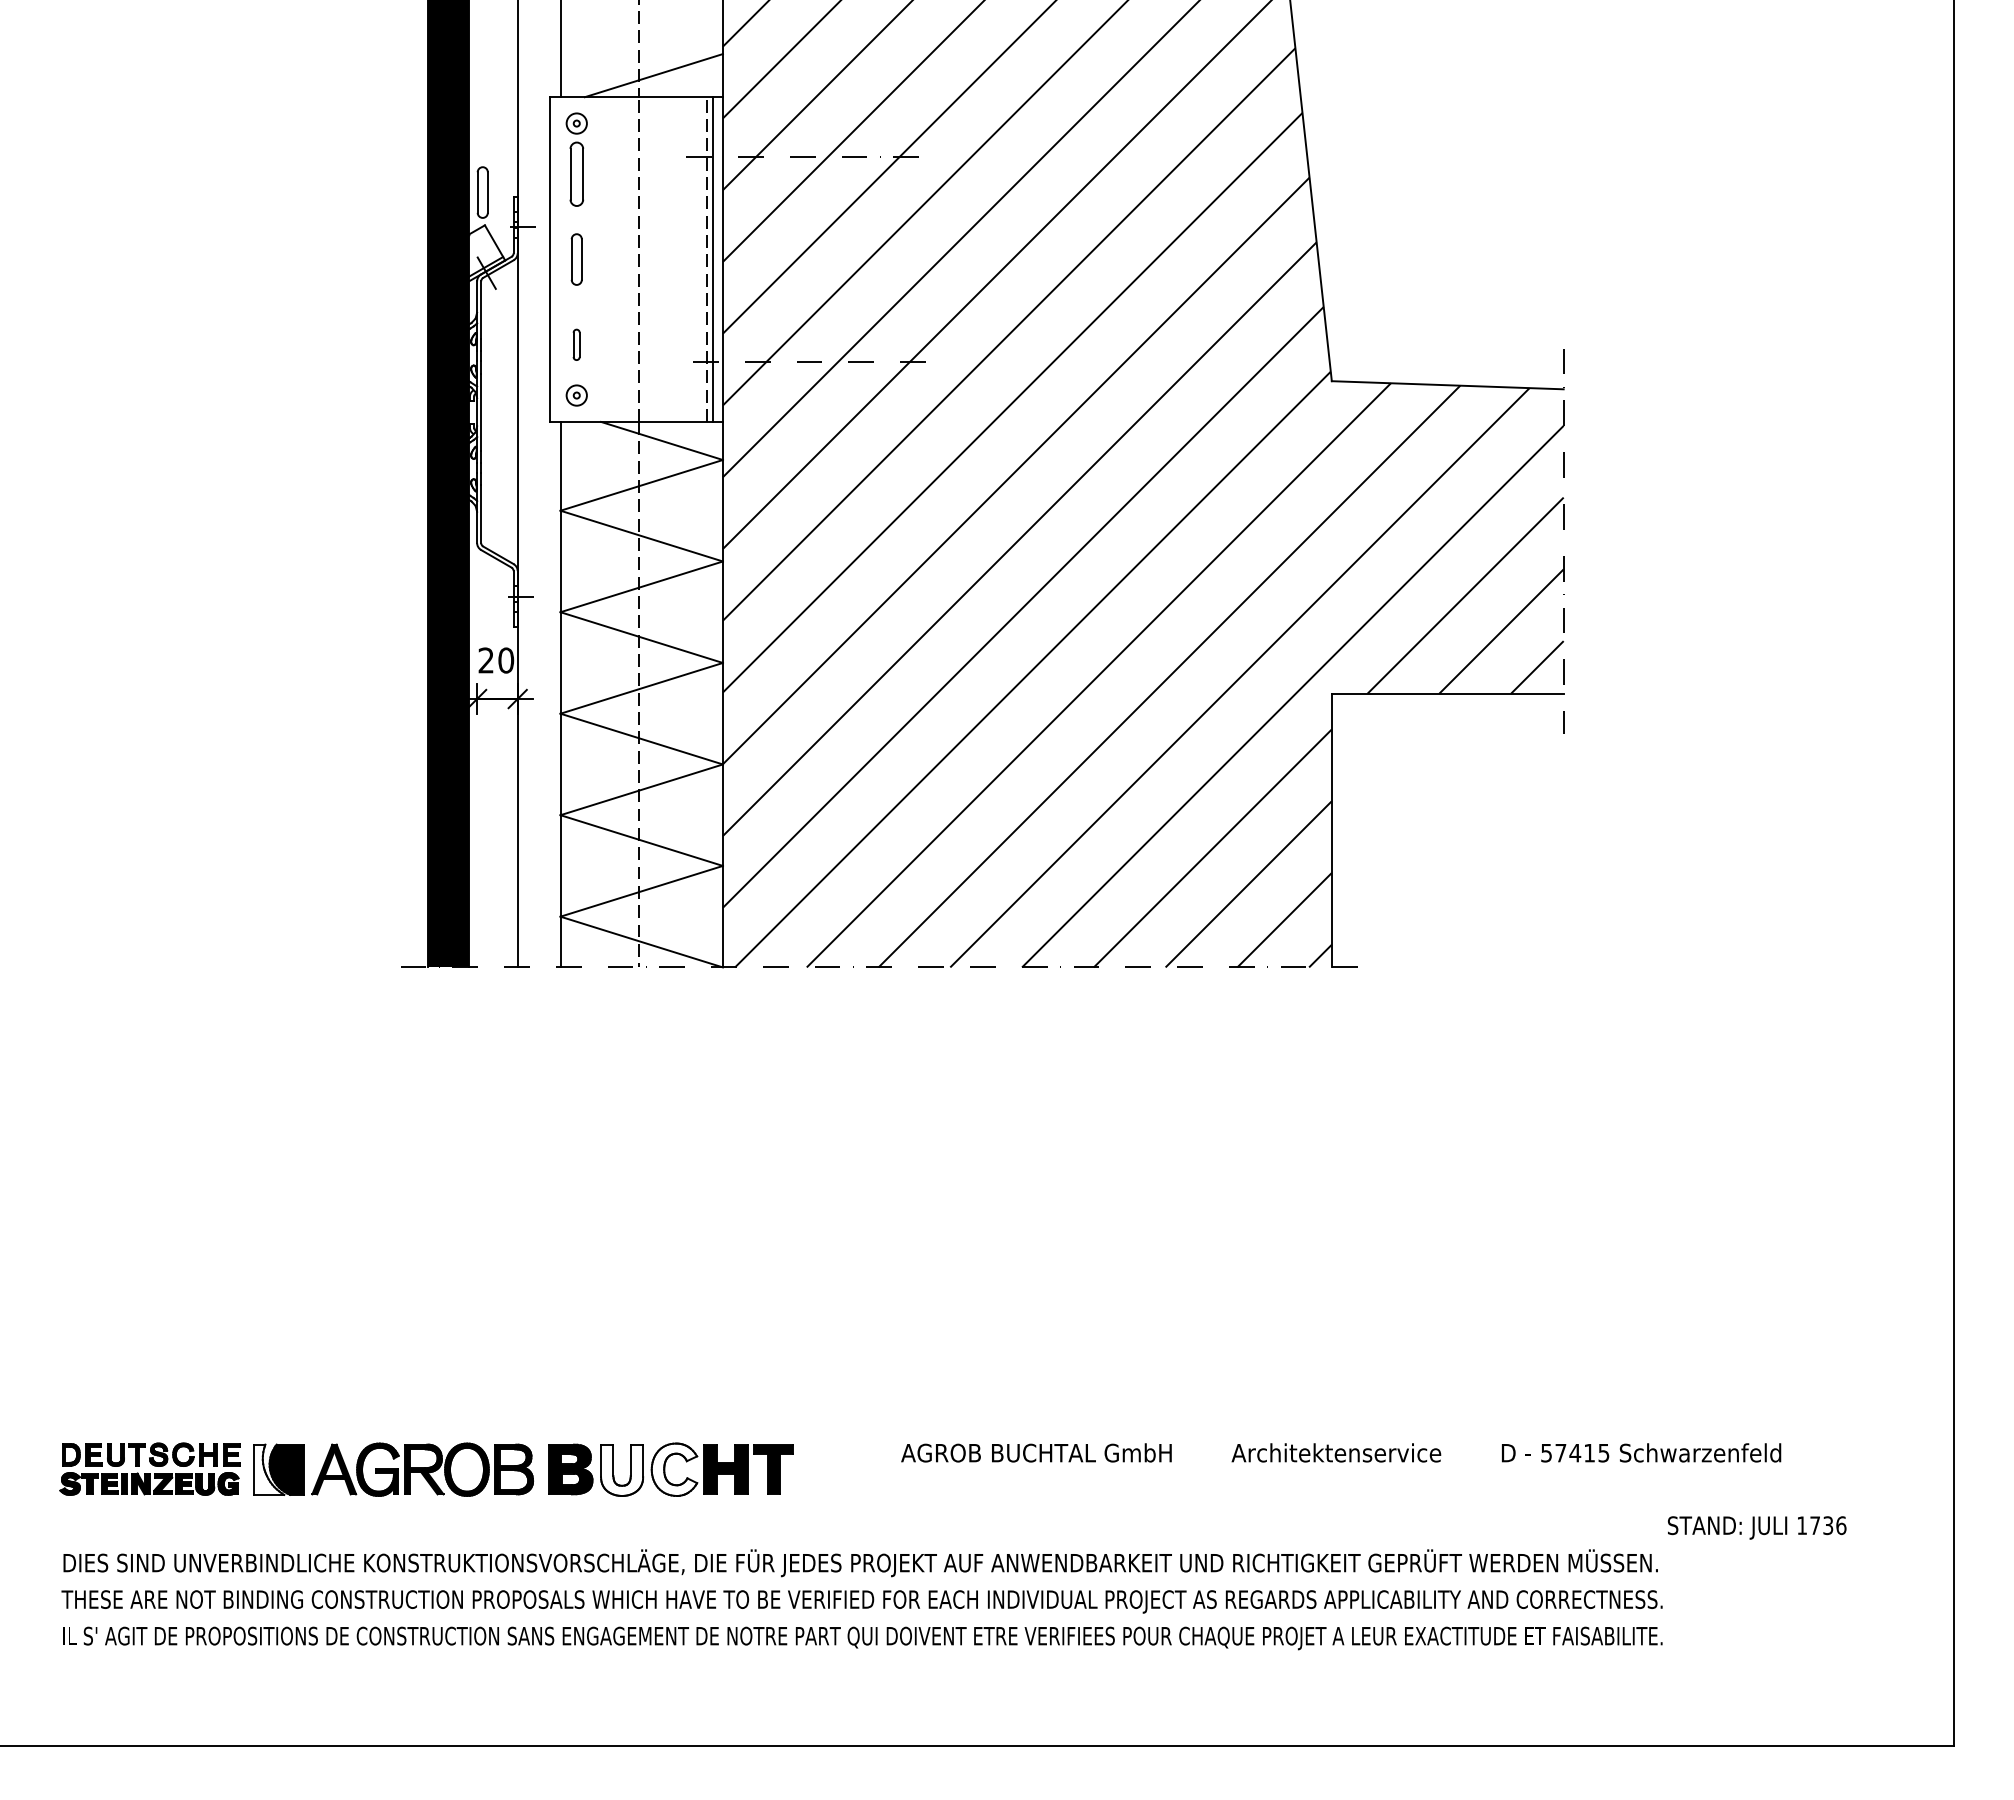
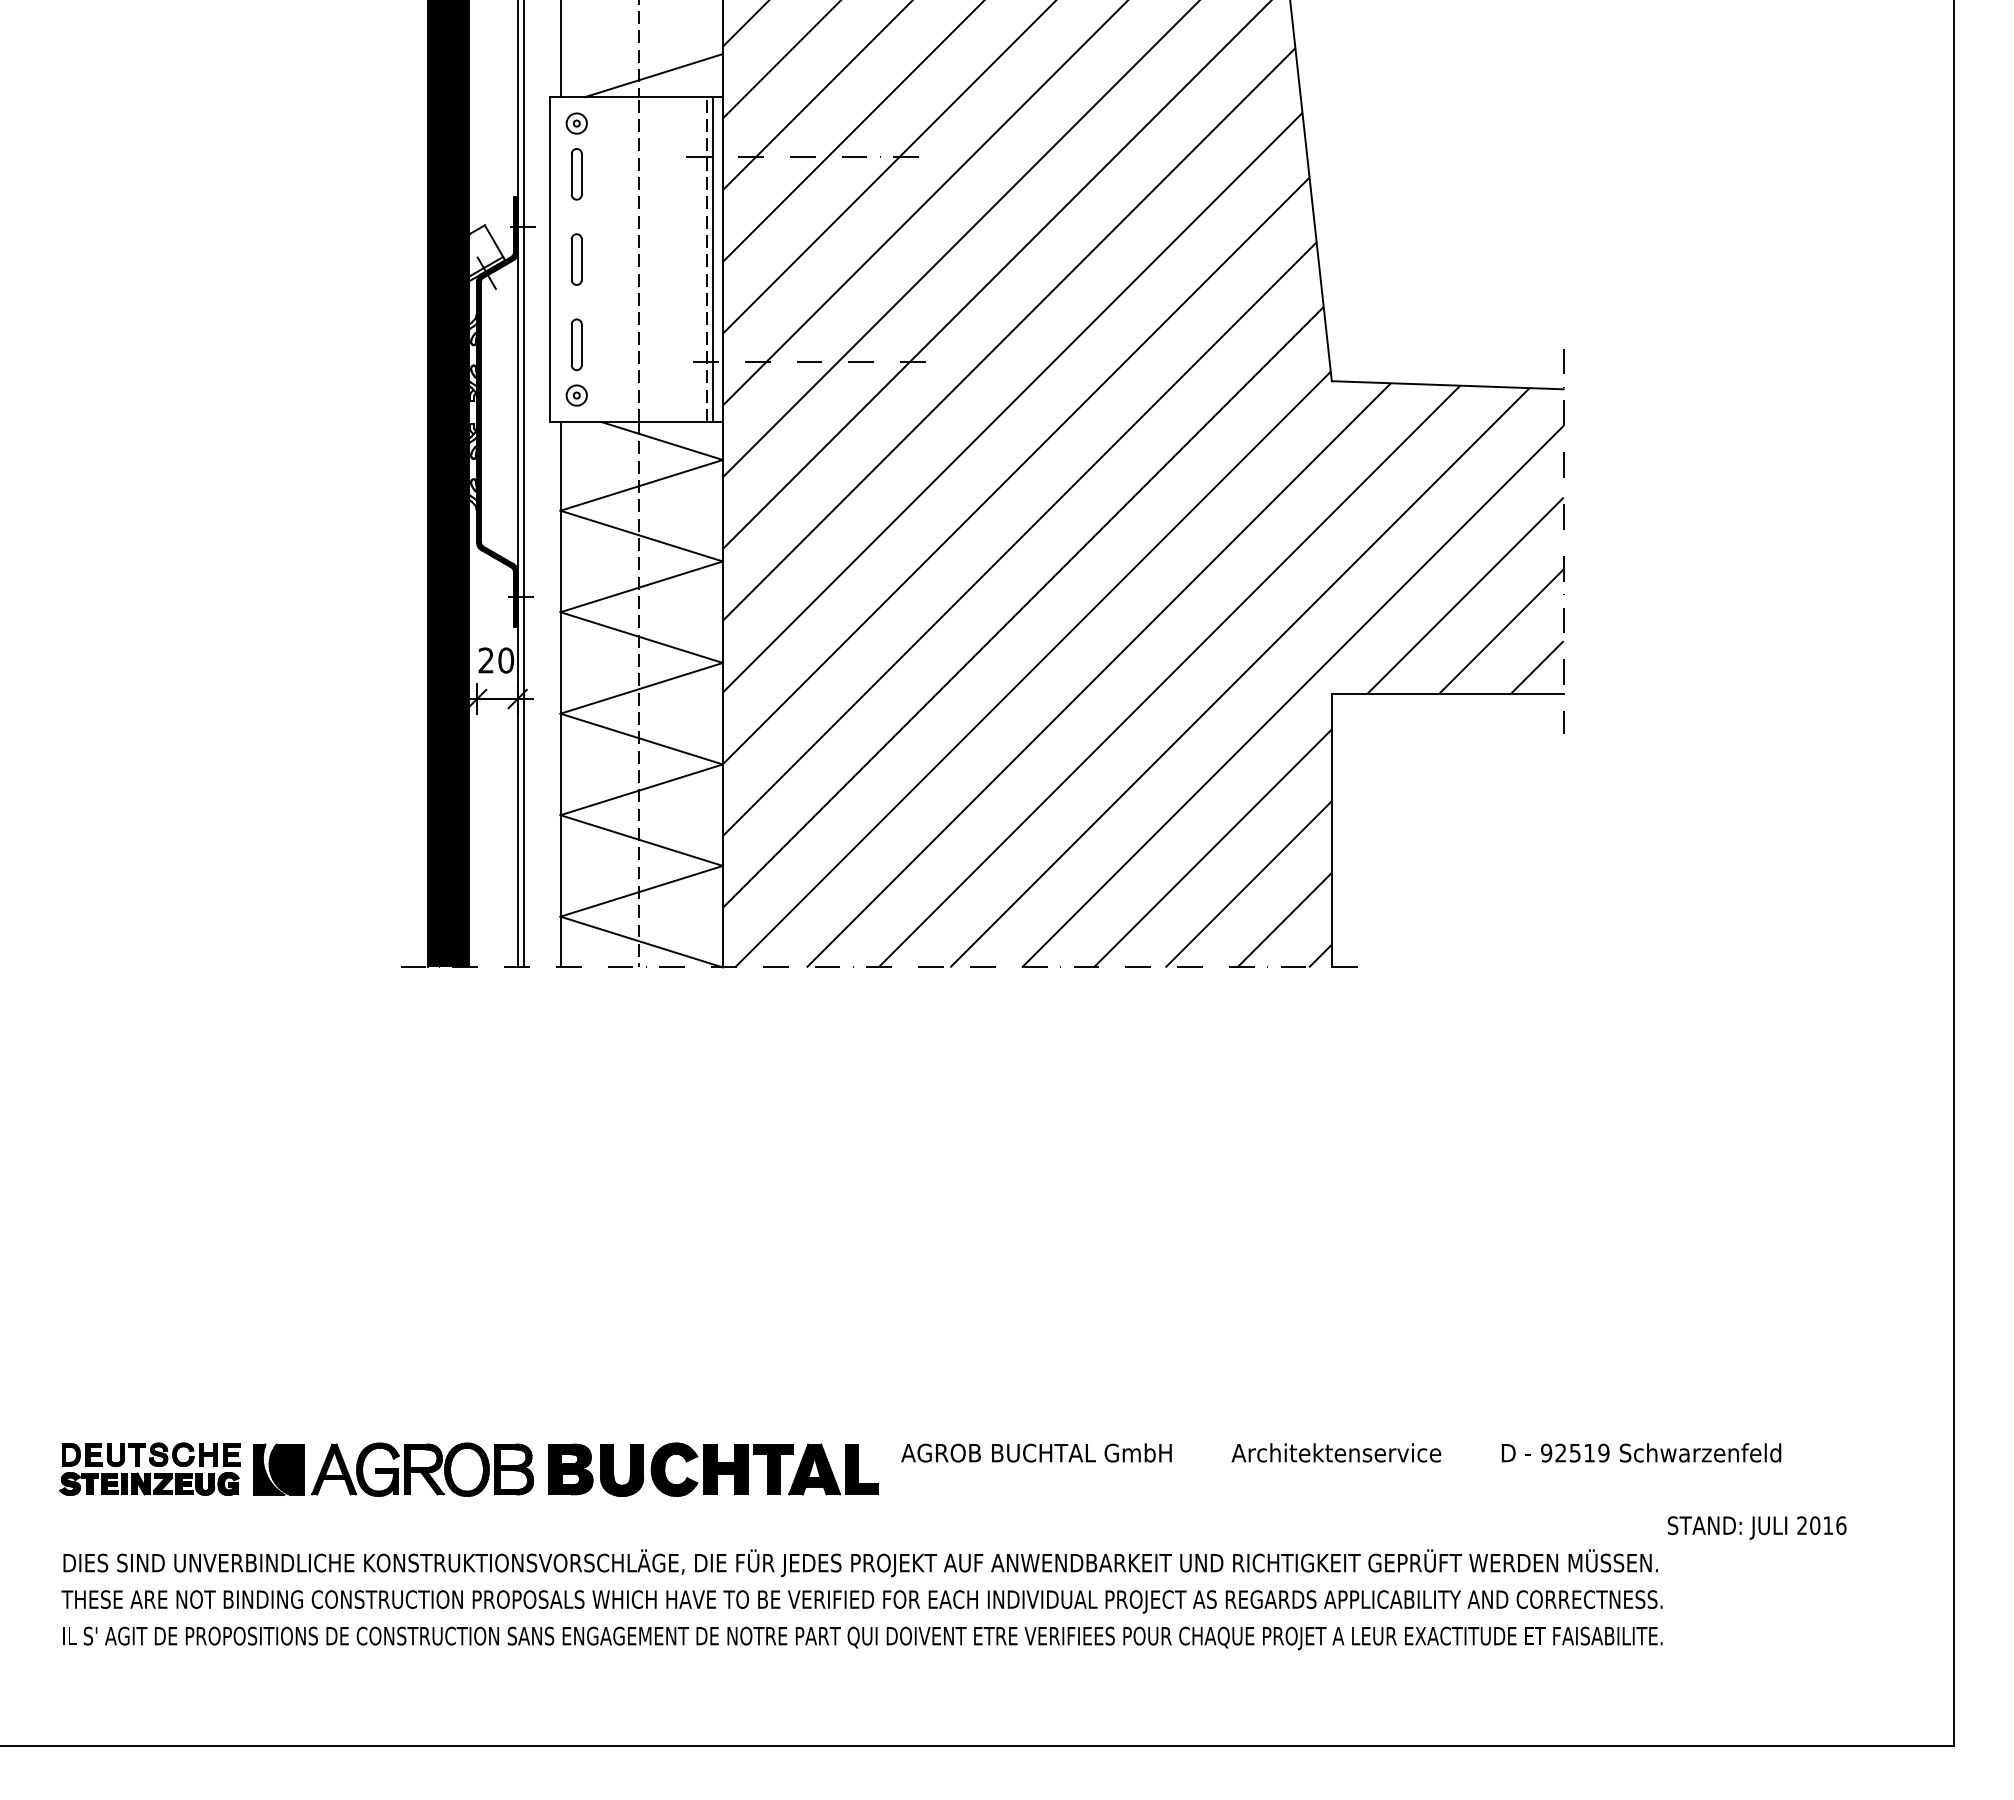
part at (576, 173) size: 16x66 px -> 13x53 px
part at (482, 192): present -> none
part at (576, 344) size: 9x33 px -> 13x54 px
fill at (497, 412): none -> present
line at (523, 484): none -> present
text at (1575, 1452): 57415 -> 92519
fill at (268, 1469): none -> present
fill at (622, 1469): none -> present
fill at (674, 1469): none -> present
part at (833, 1469): none -> present
text at (1815, 1525): 1736 -> 2016
